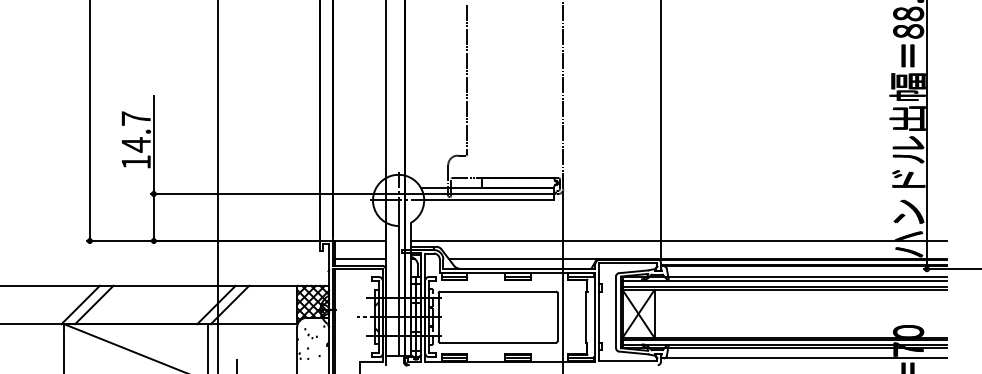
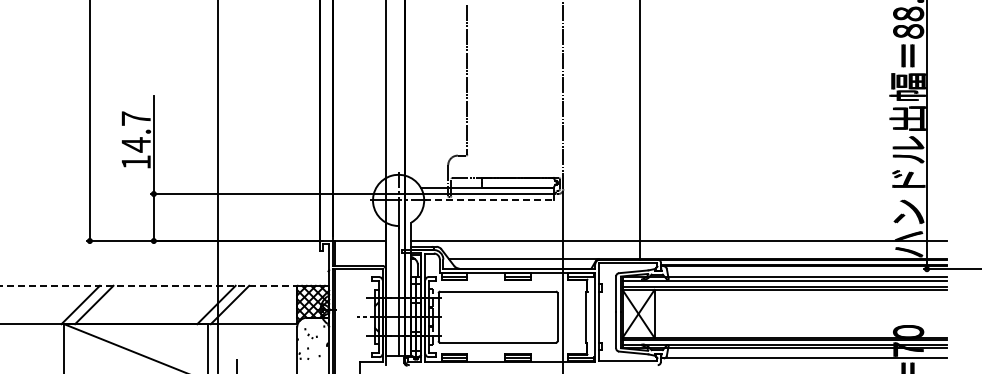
line at (660, 130) position: (660, 130) -> (639, 130)
line at (488, 200): solid -> dashed
line at (359, 258): present -> none
line at (149, 285): solid -> dashed
